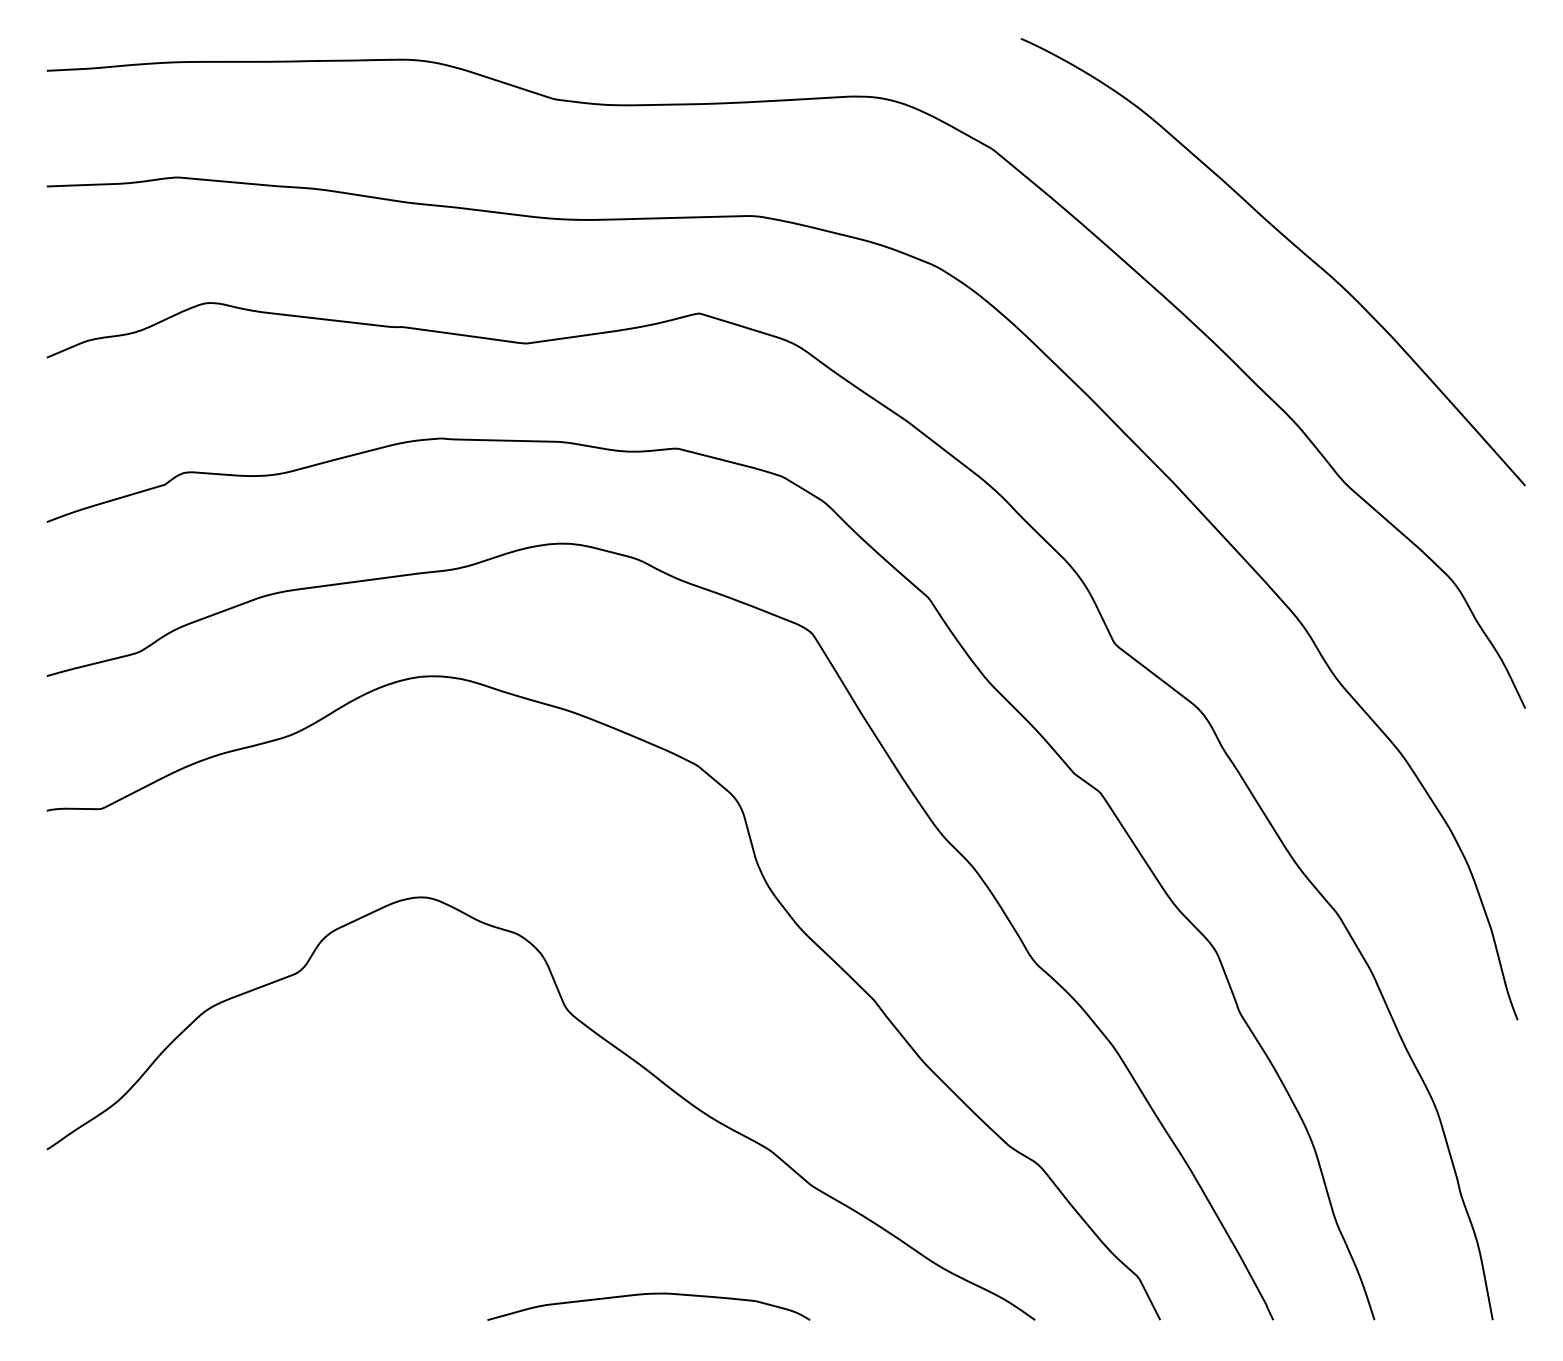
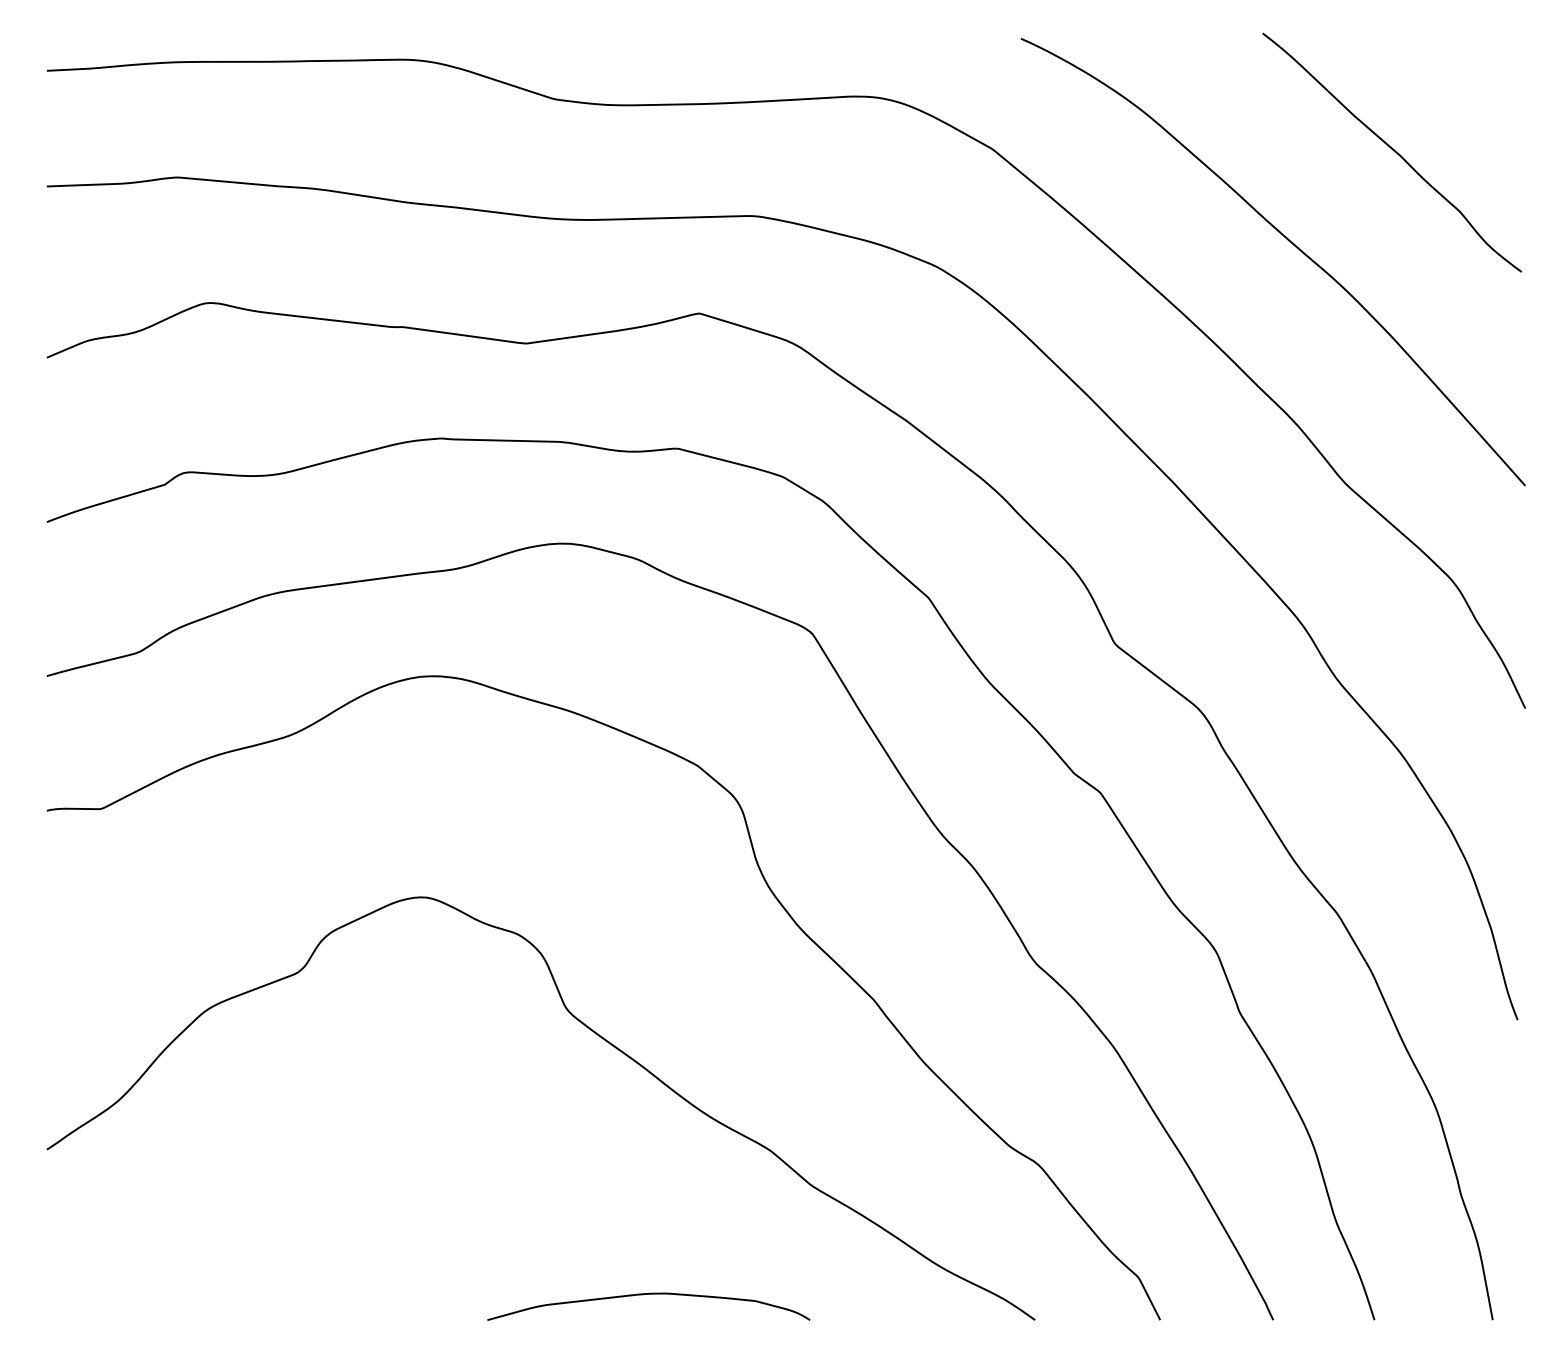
curve at (1392, 150): none -> present
